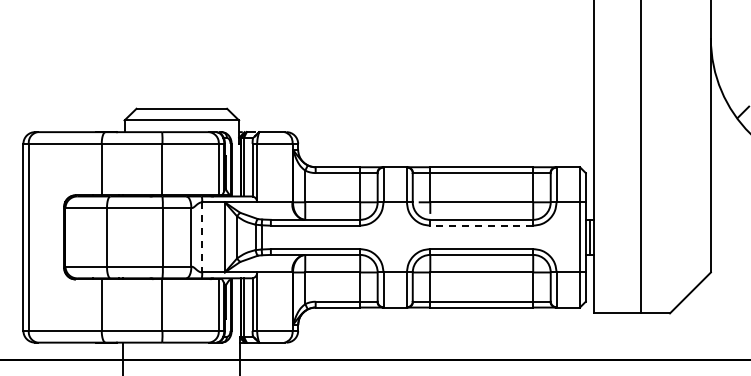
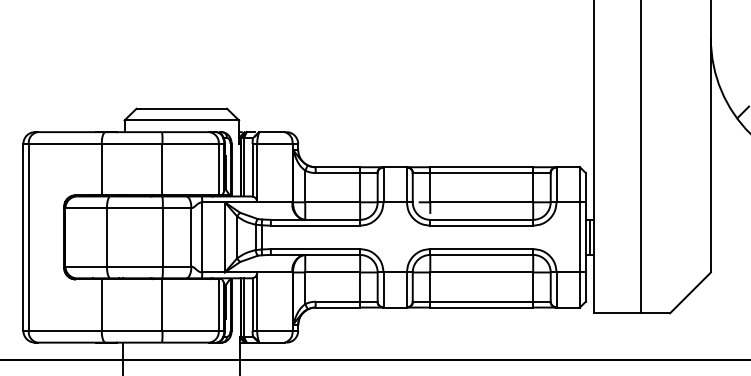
line at (481, 225): dashed -> solid
line at (202, 237): dashed -> solid
